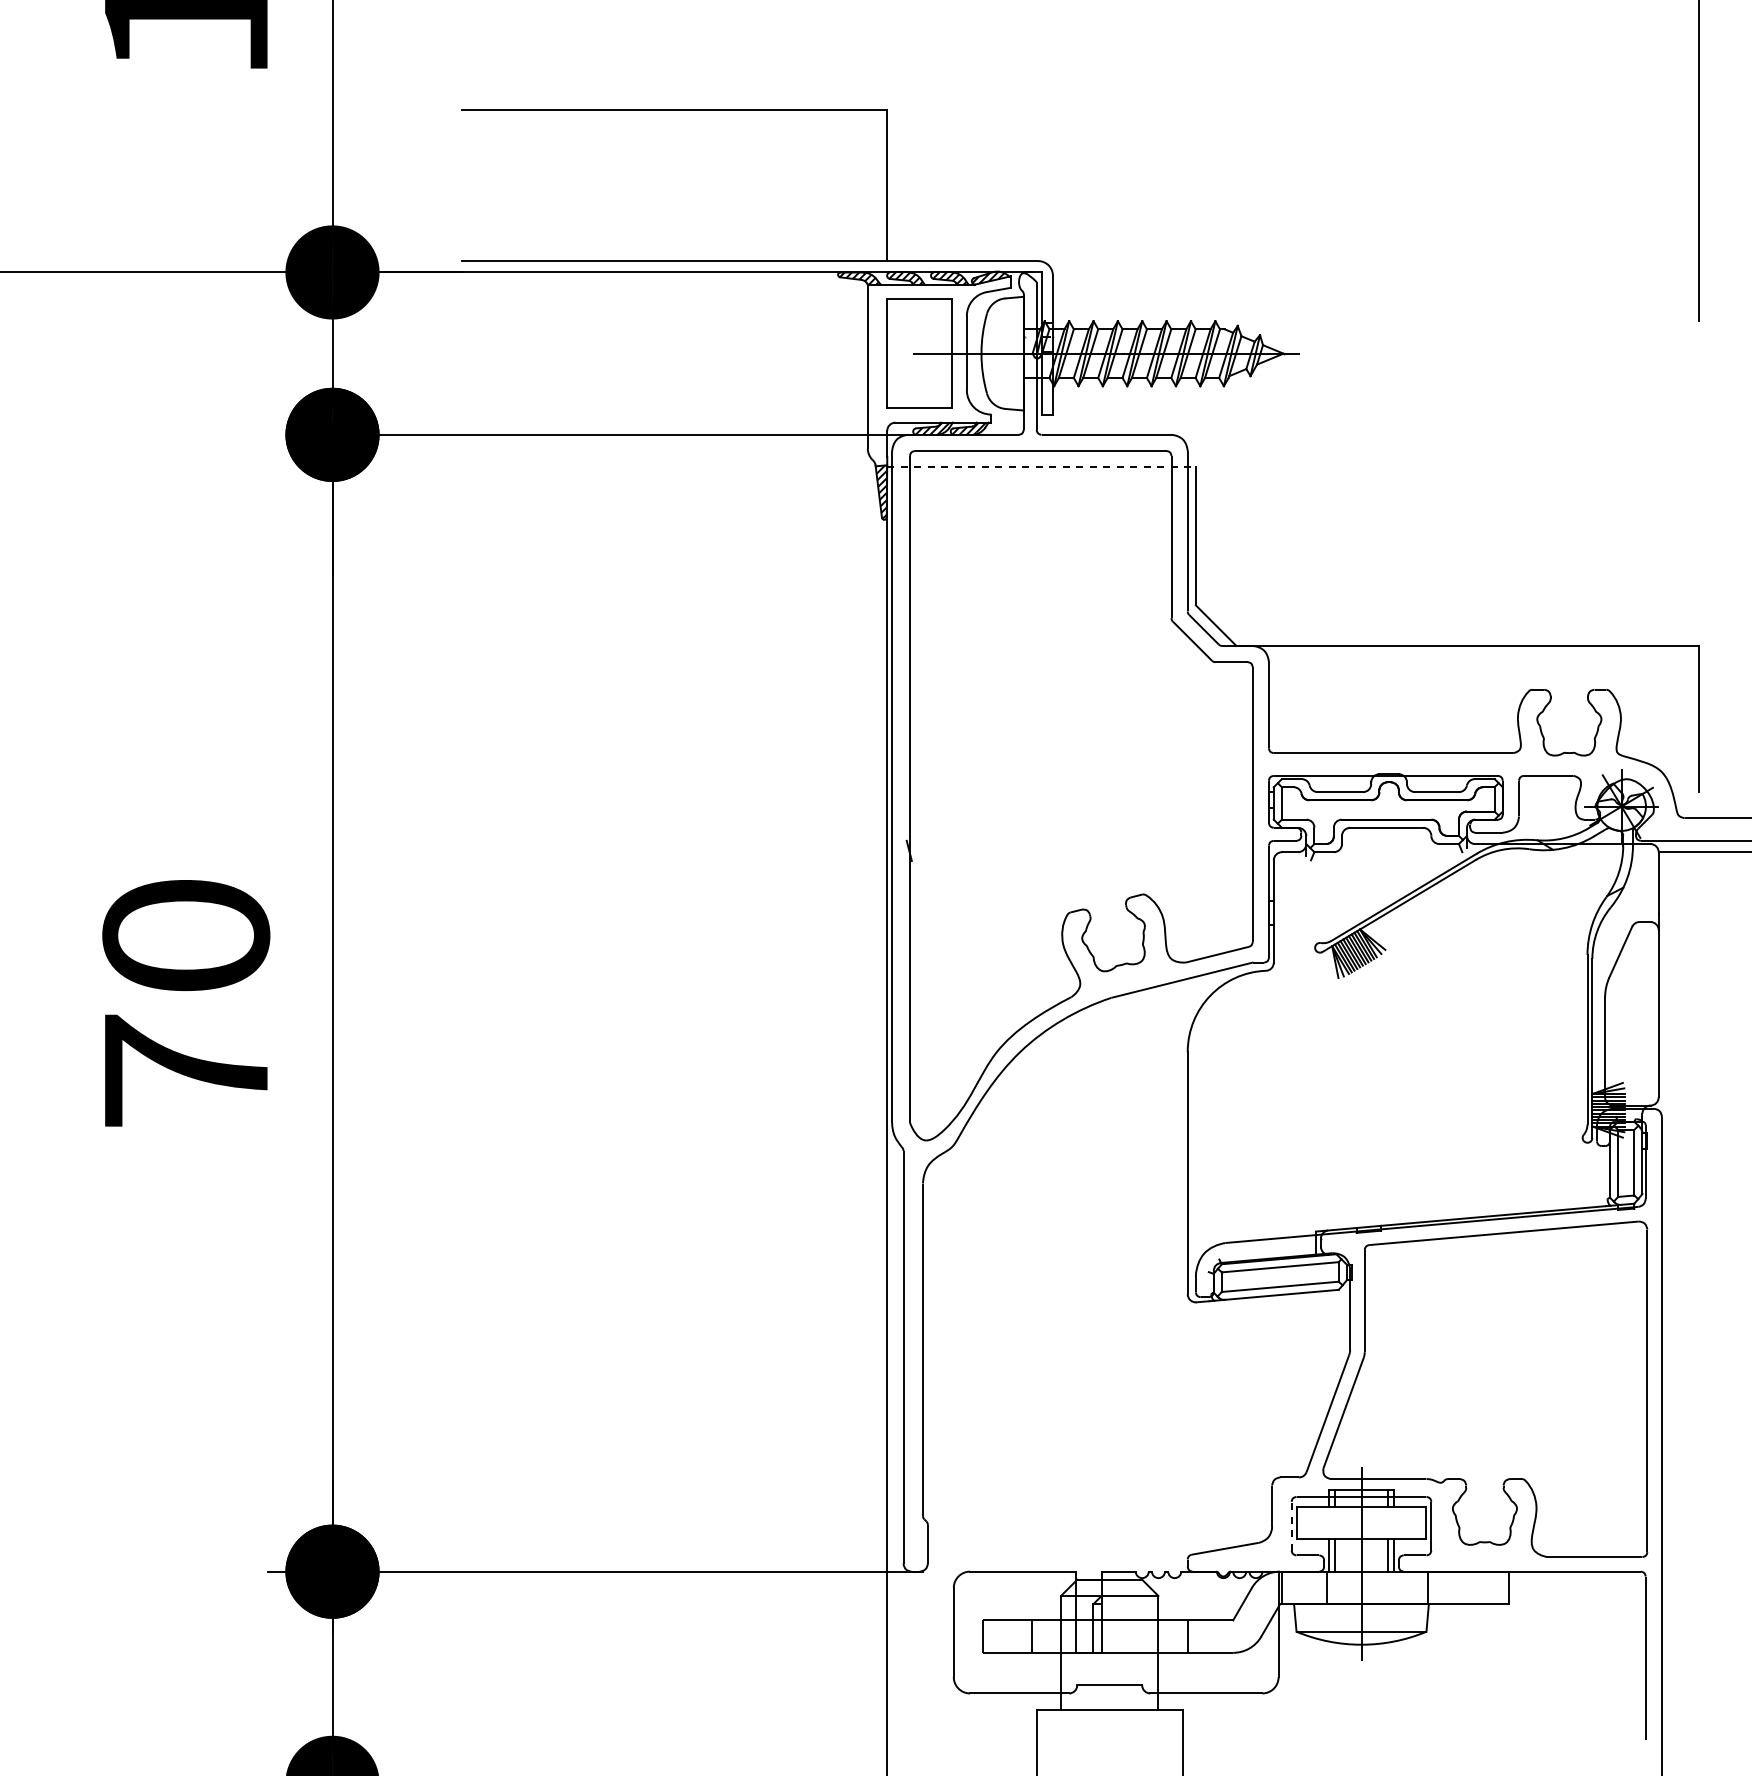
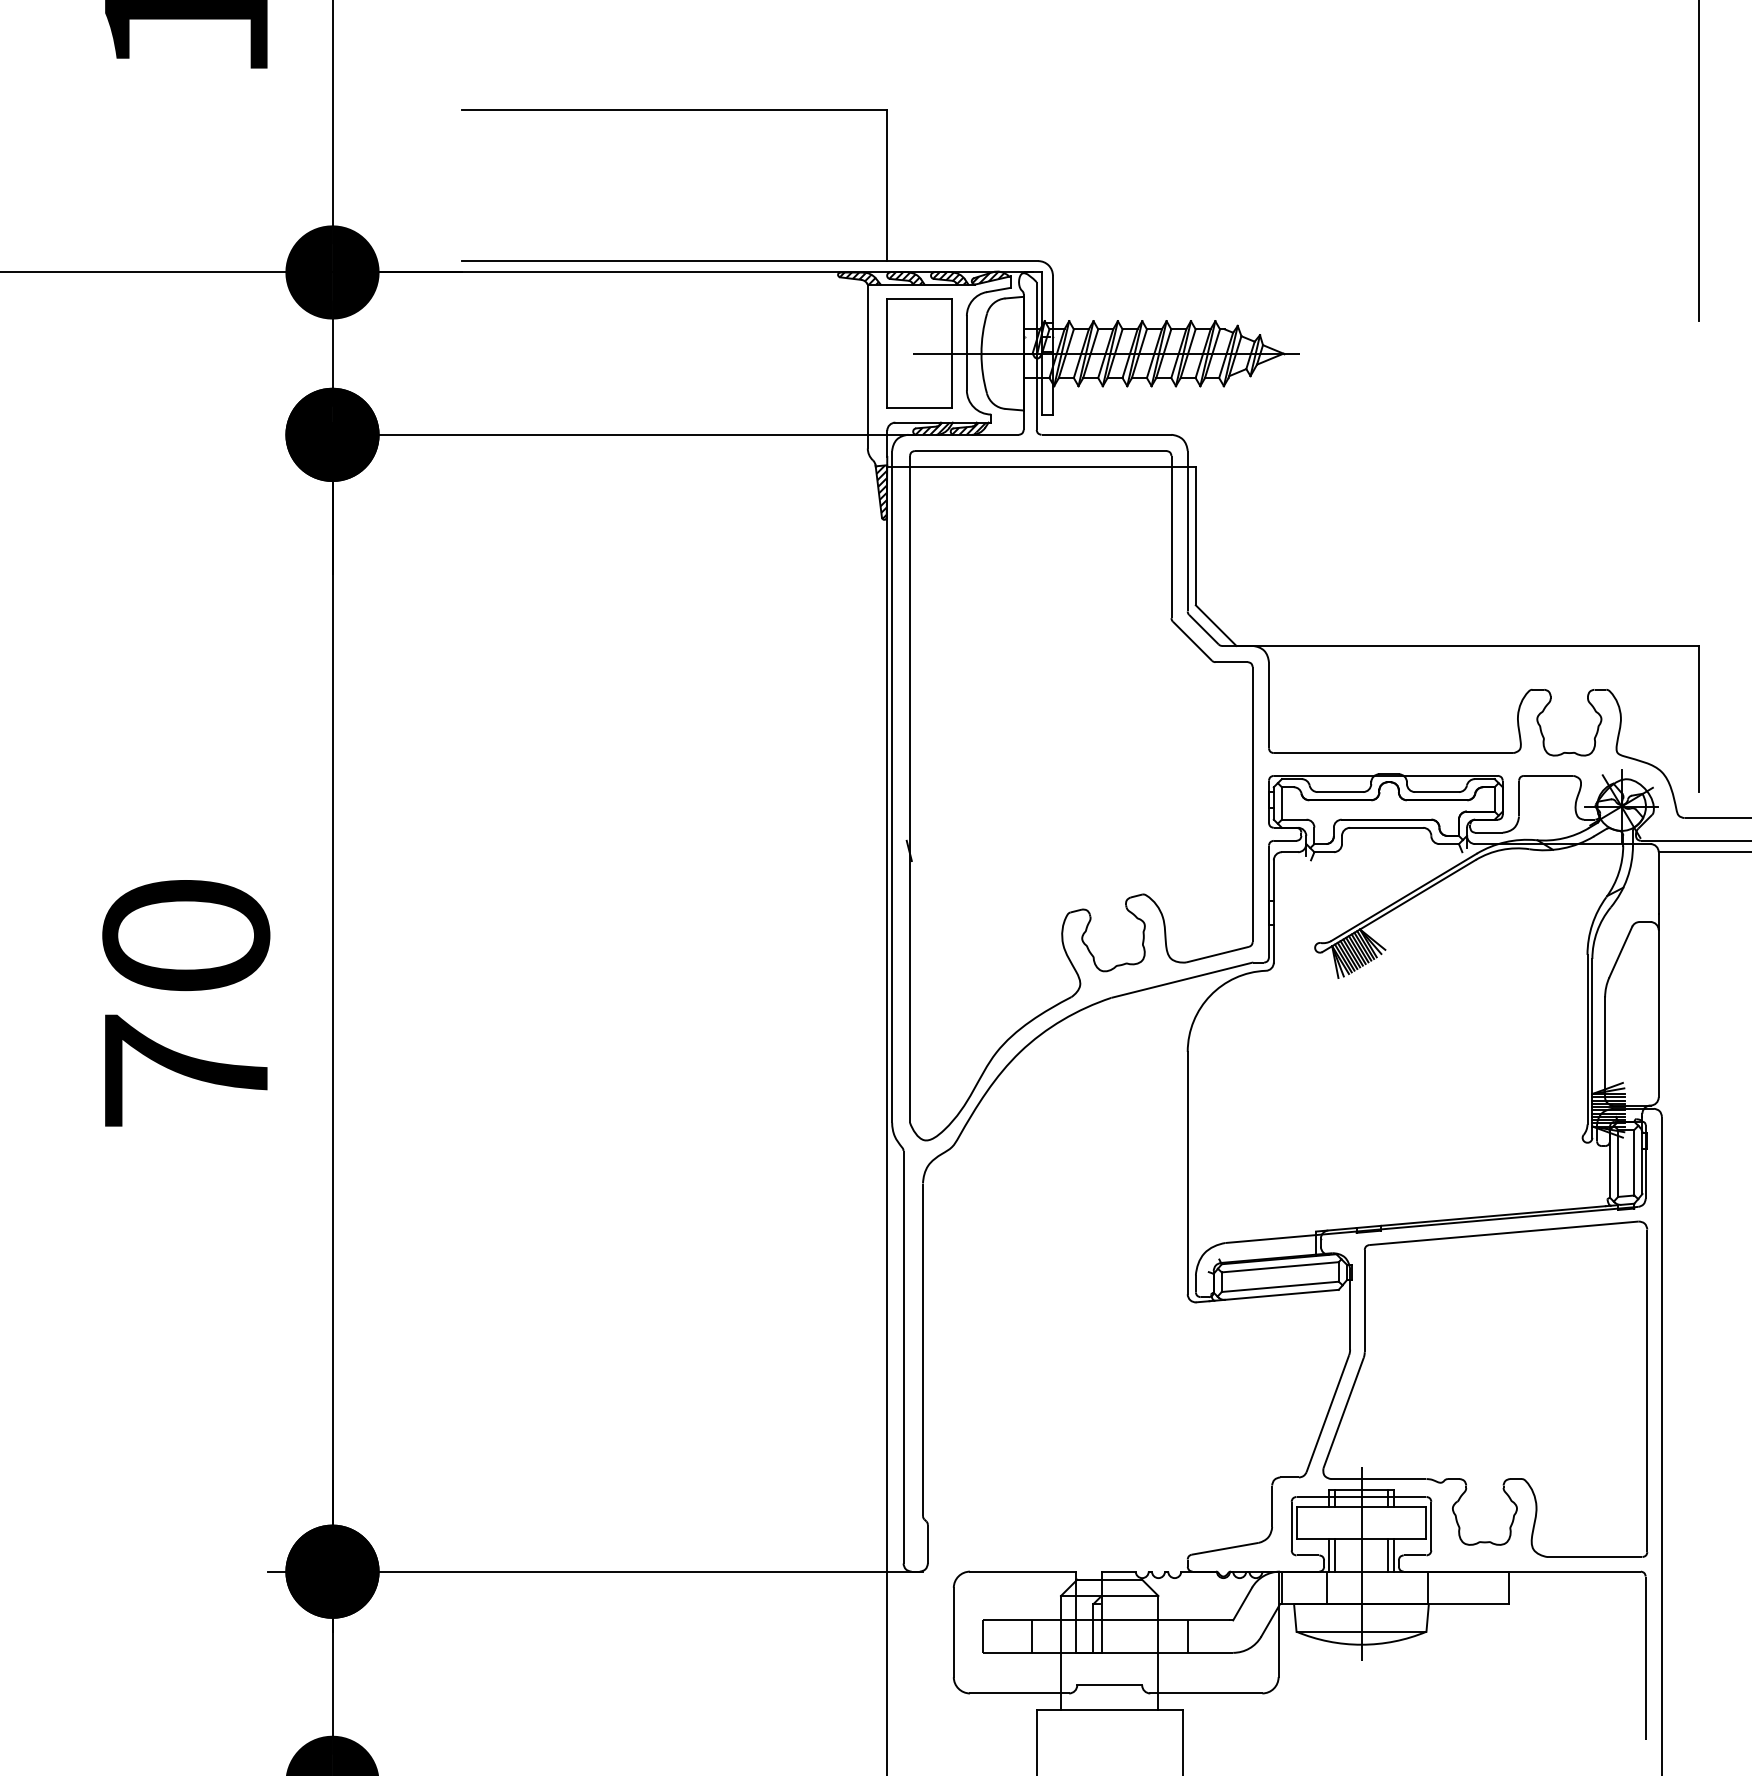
line at (1042, 467): dashed -> solid
line at (1291, 1525): dashed -> solid
